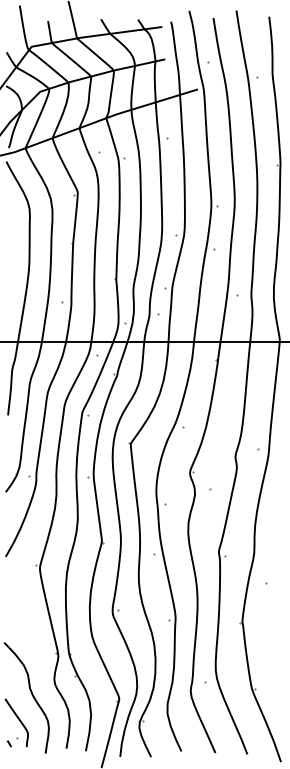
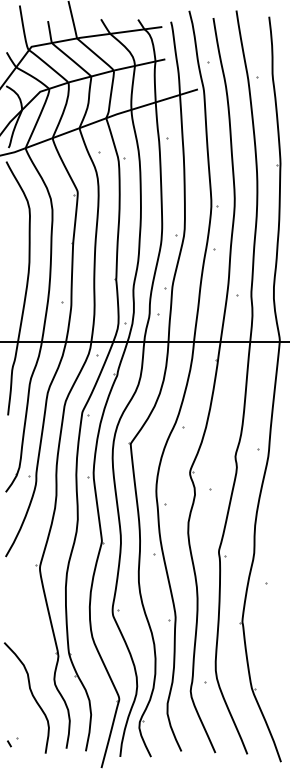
curve at (18, 720): present -> none
